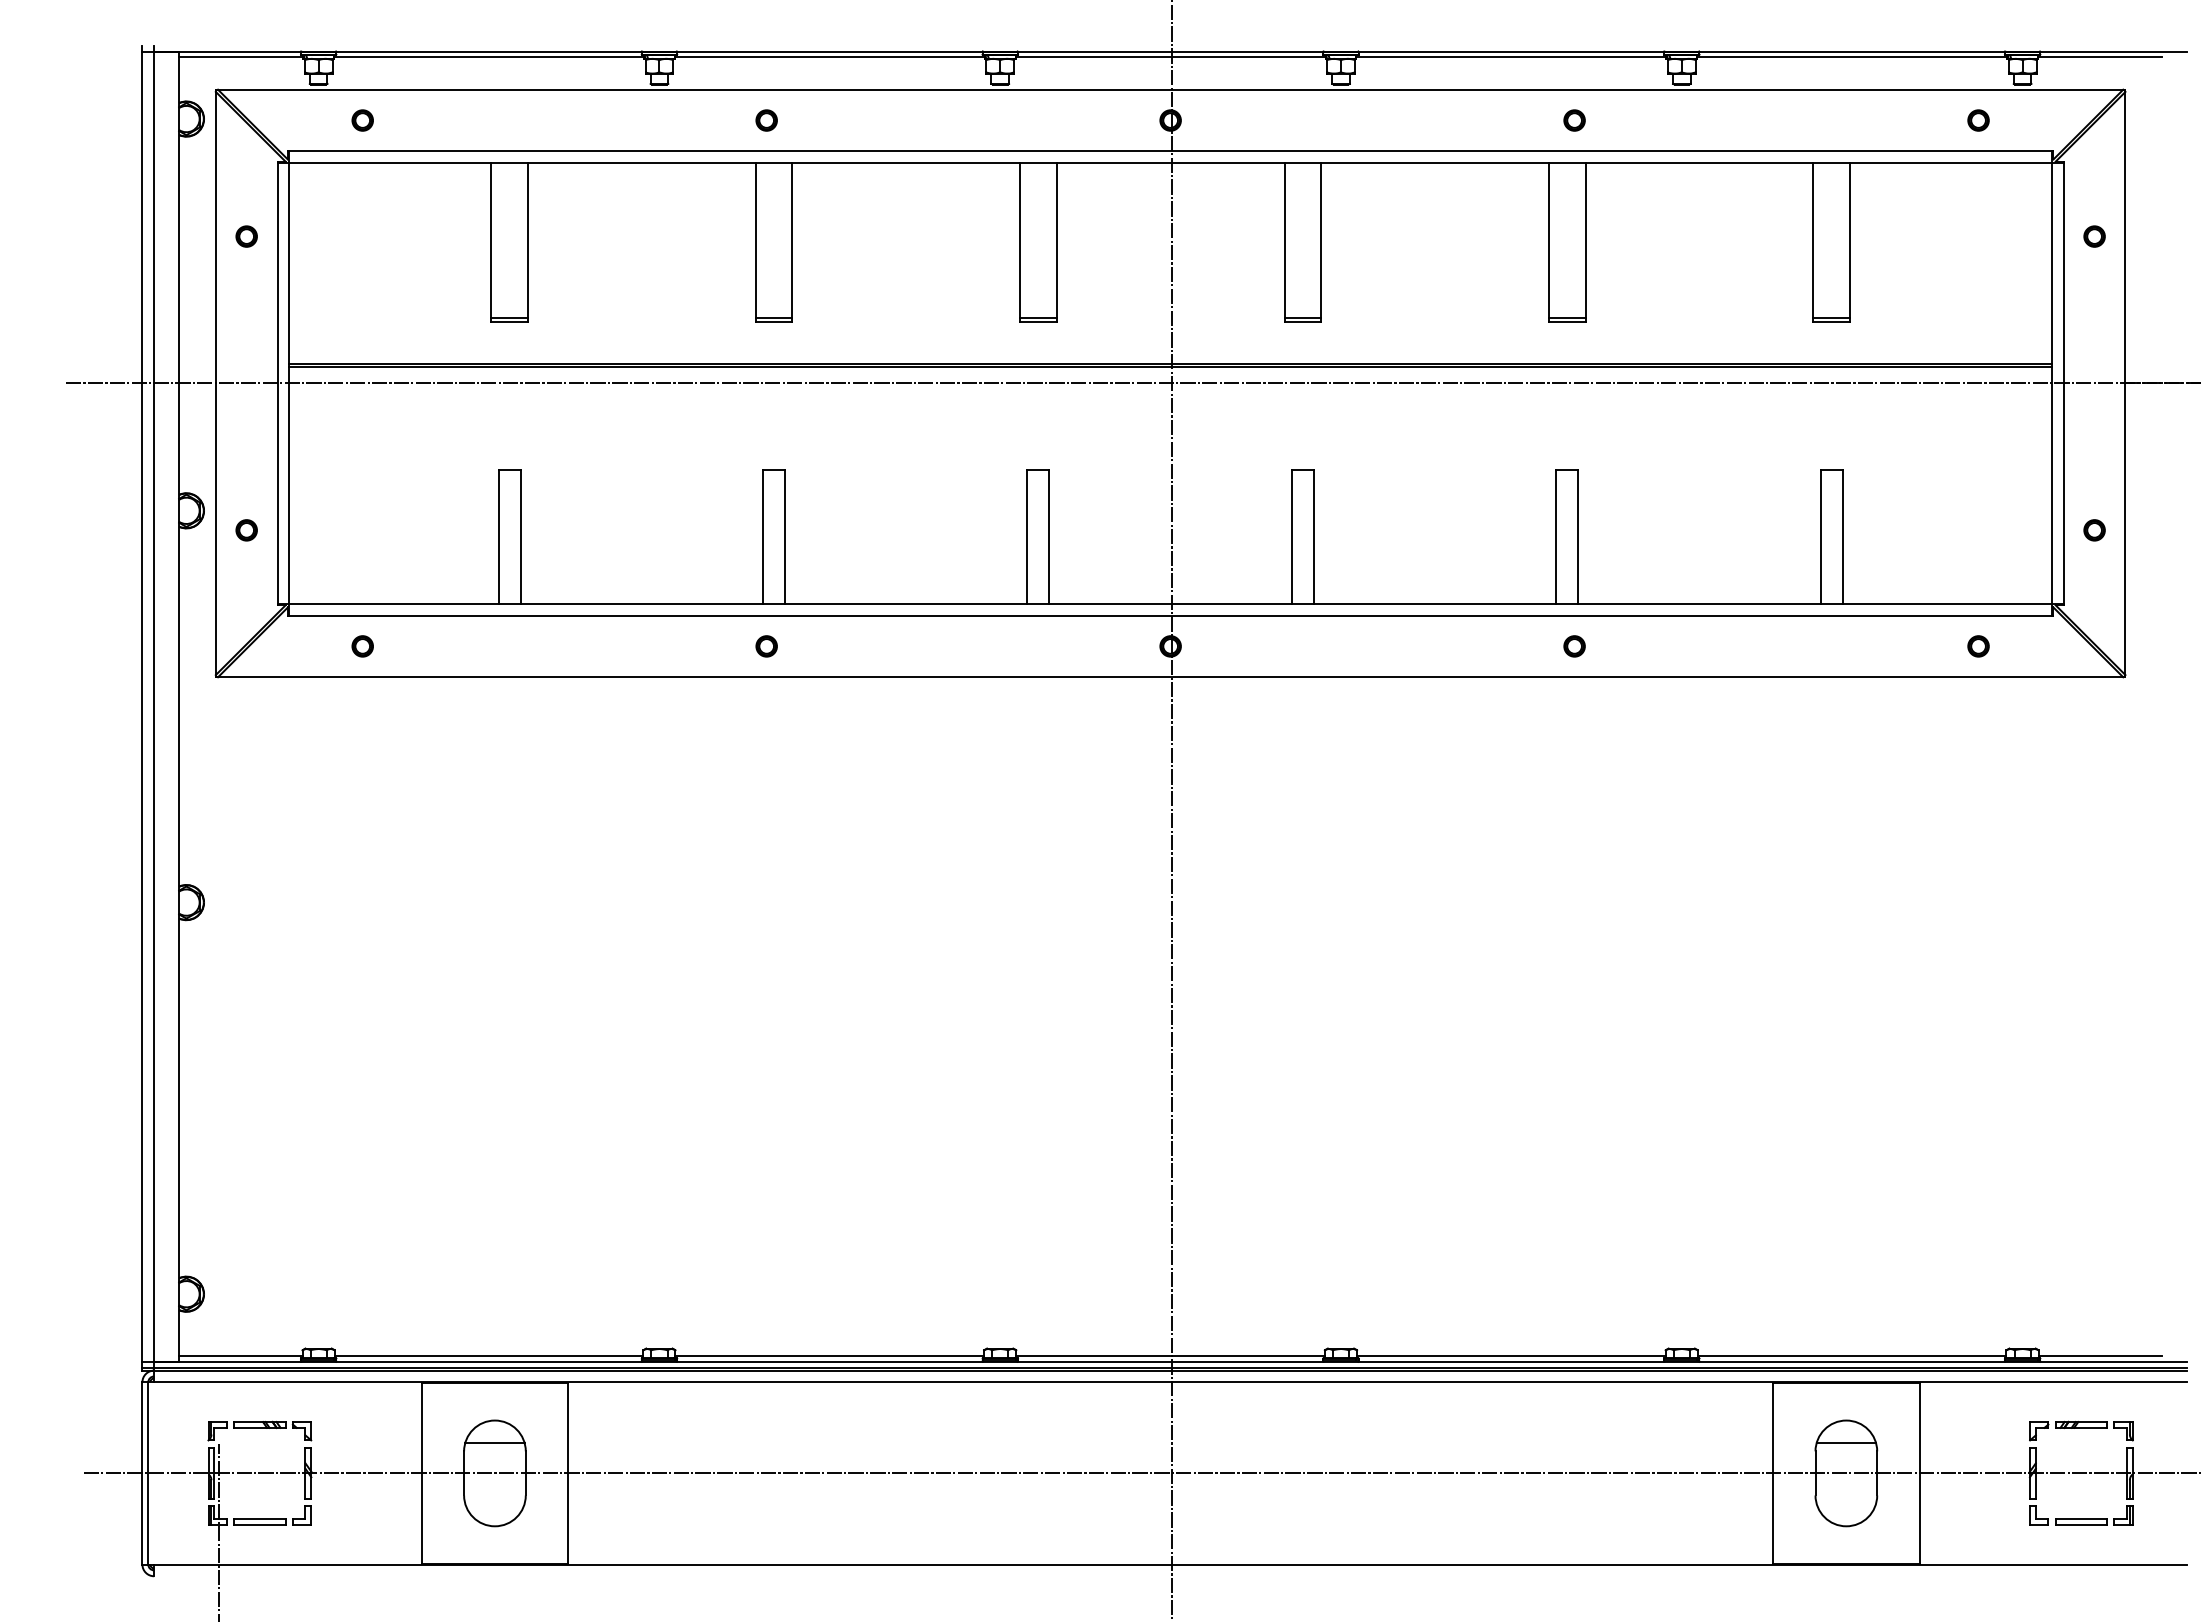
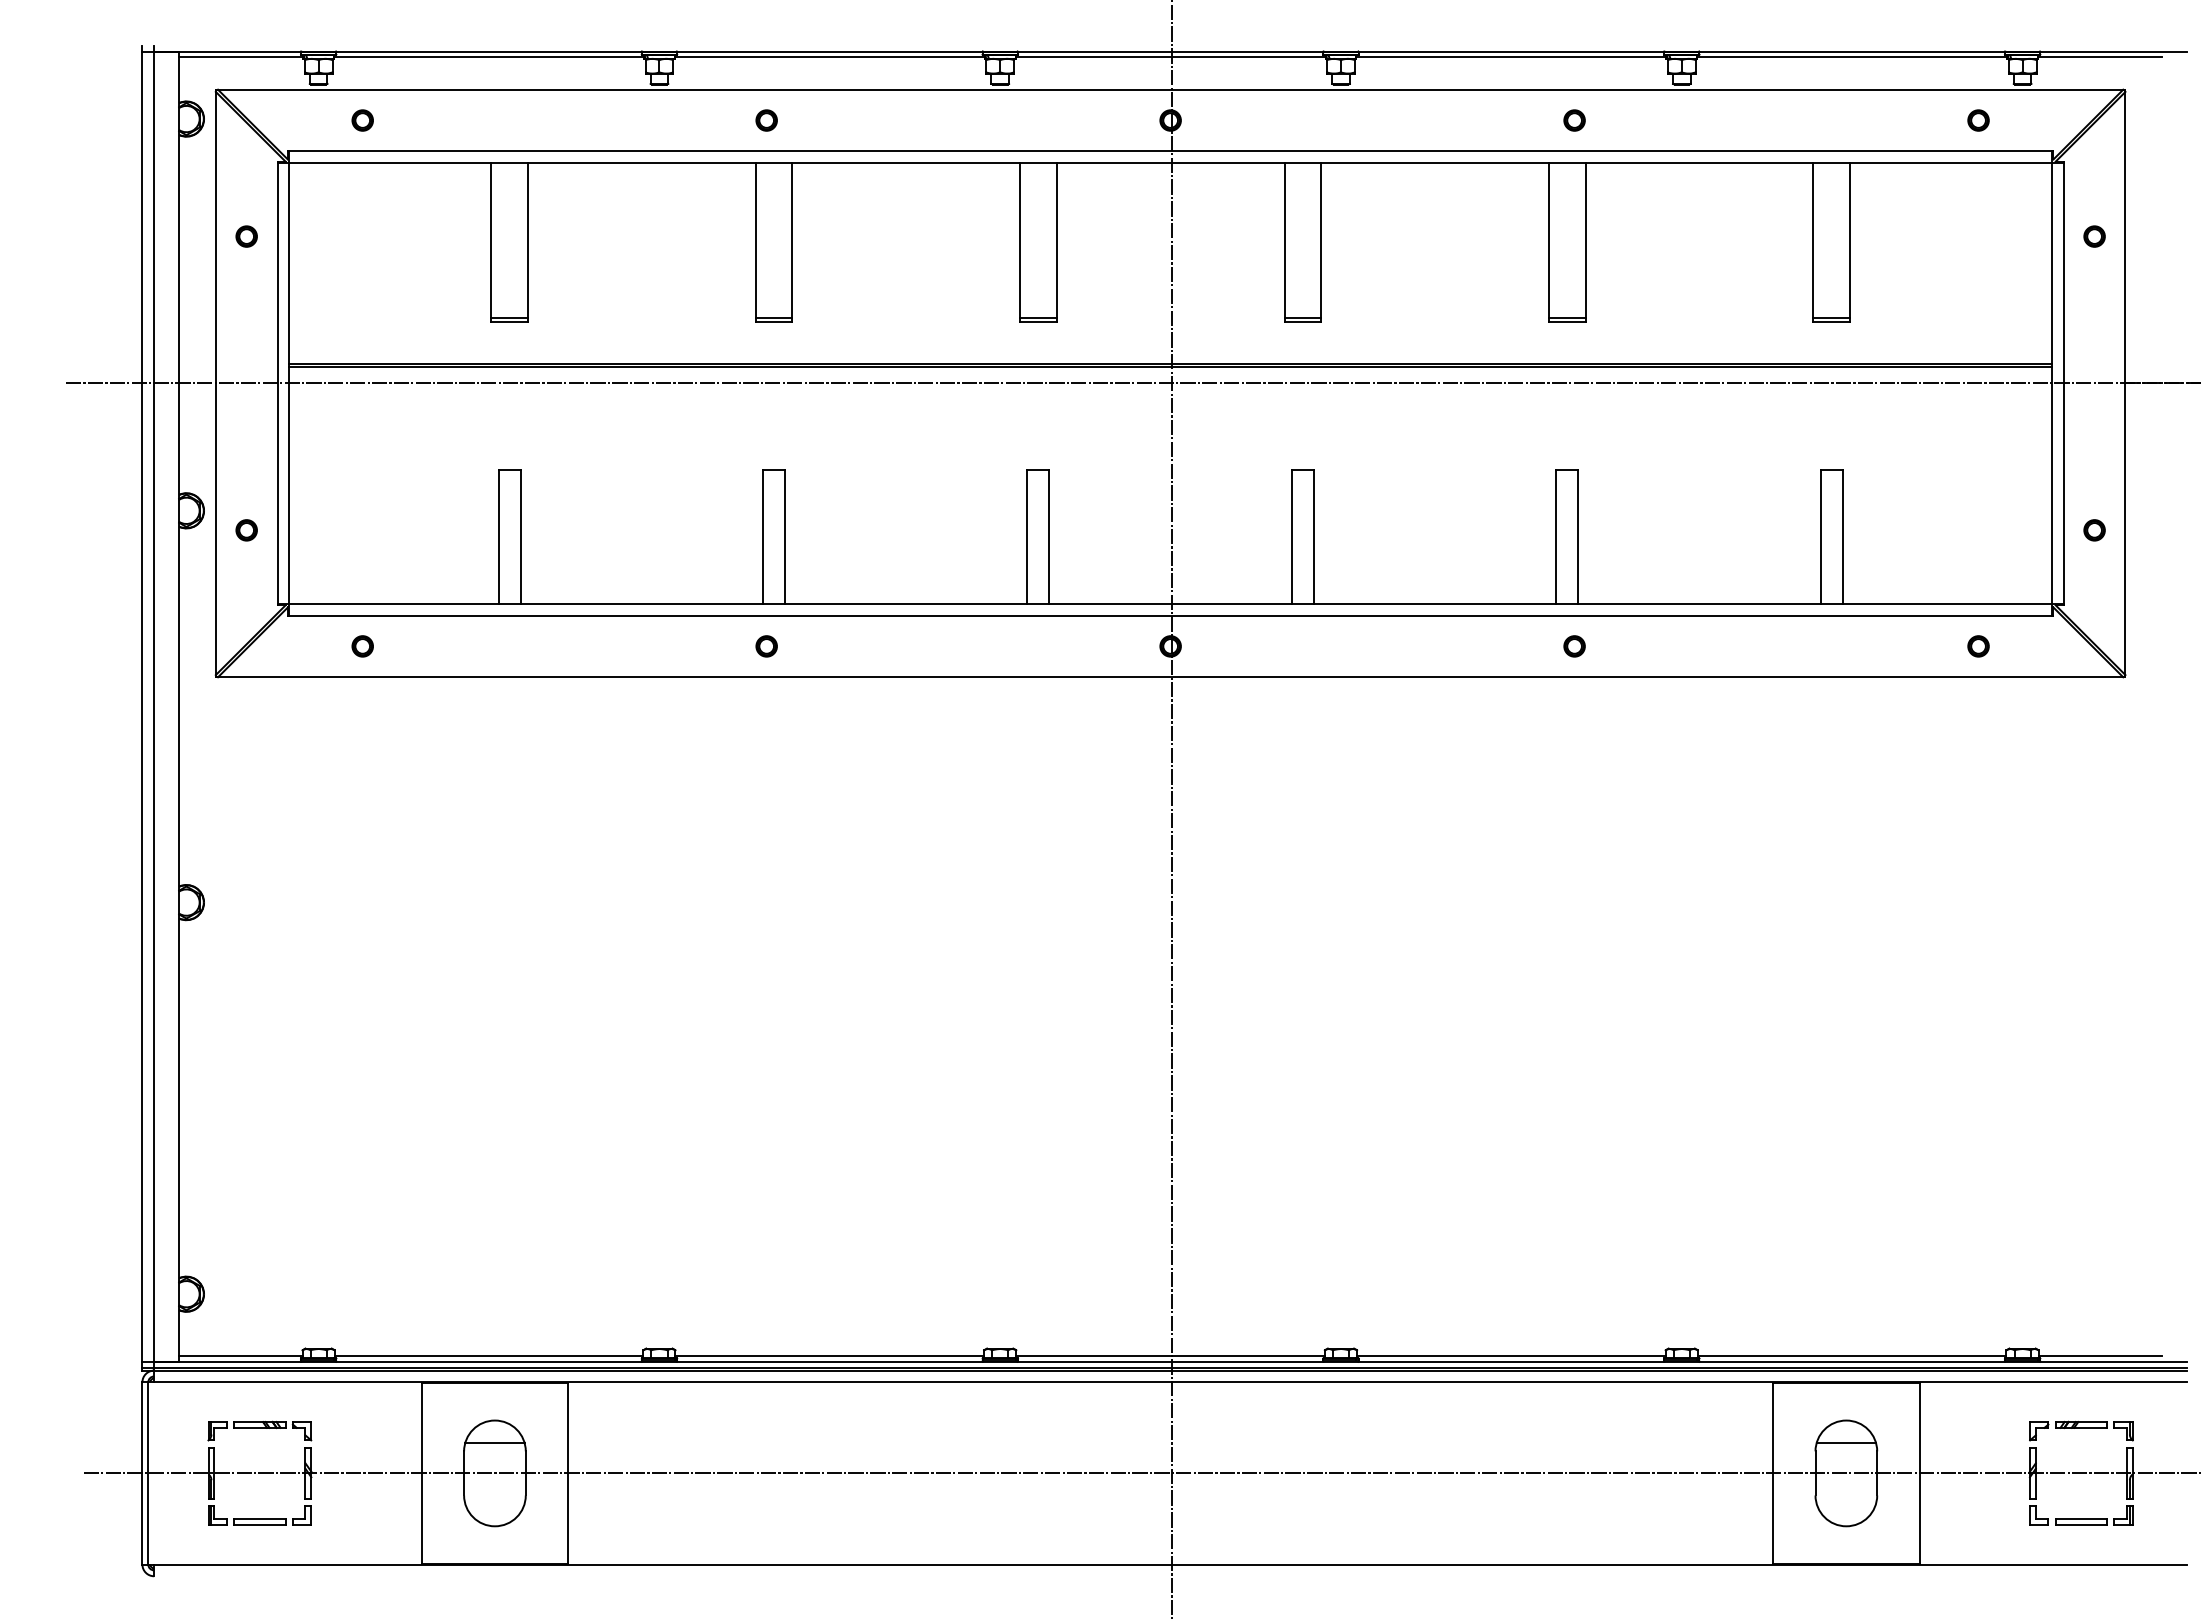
line at (218, 1531): present -> none
